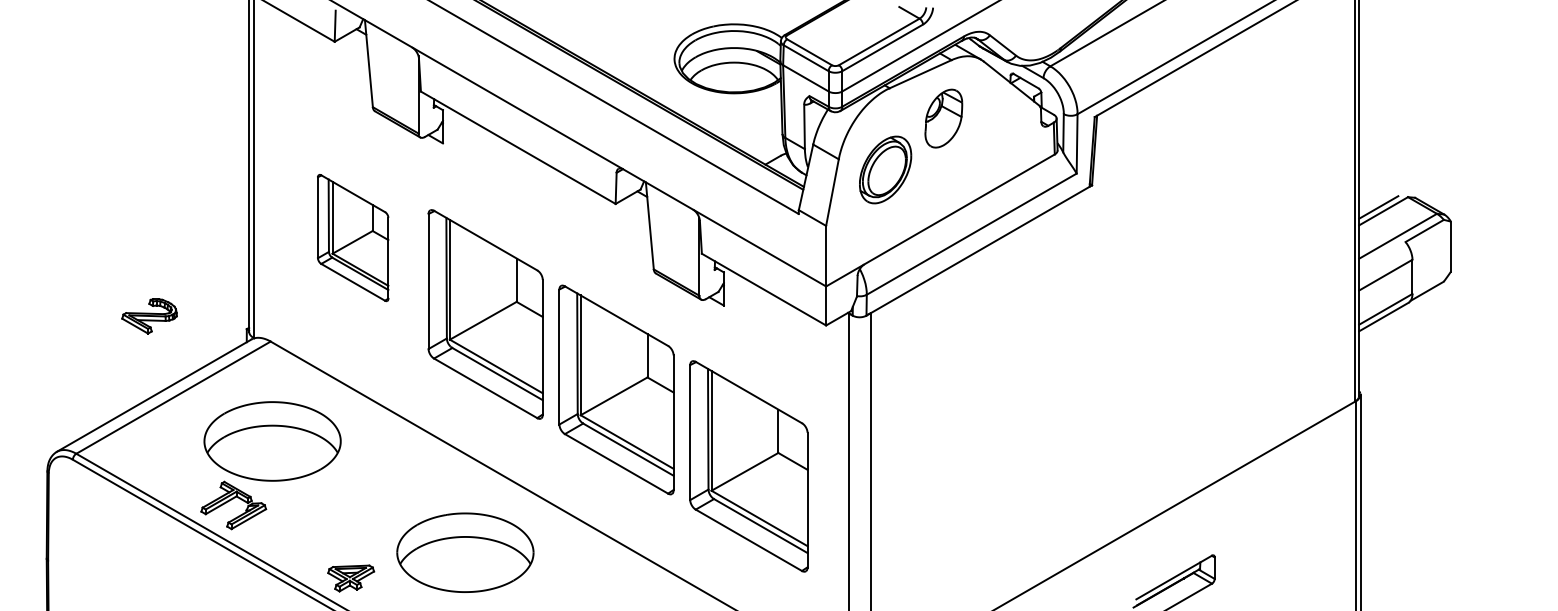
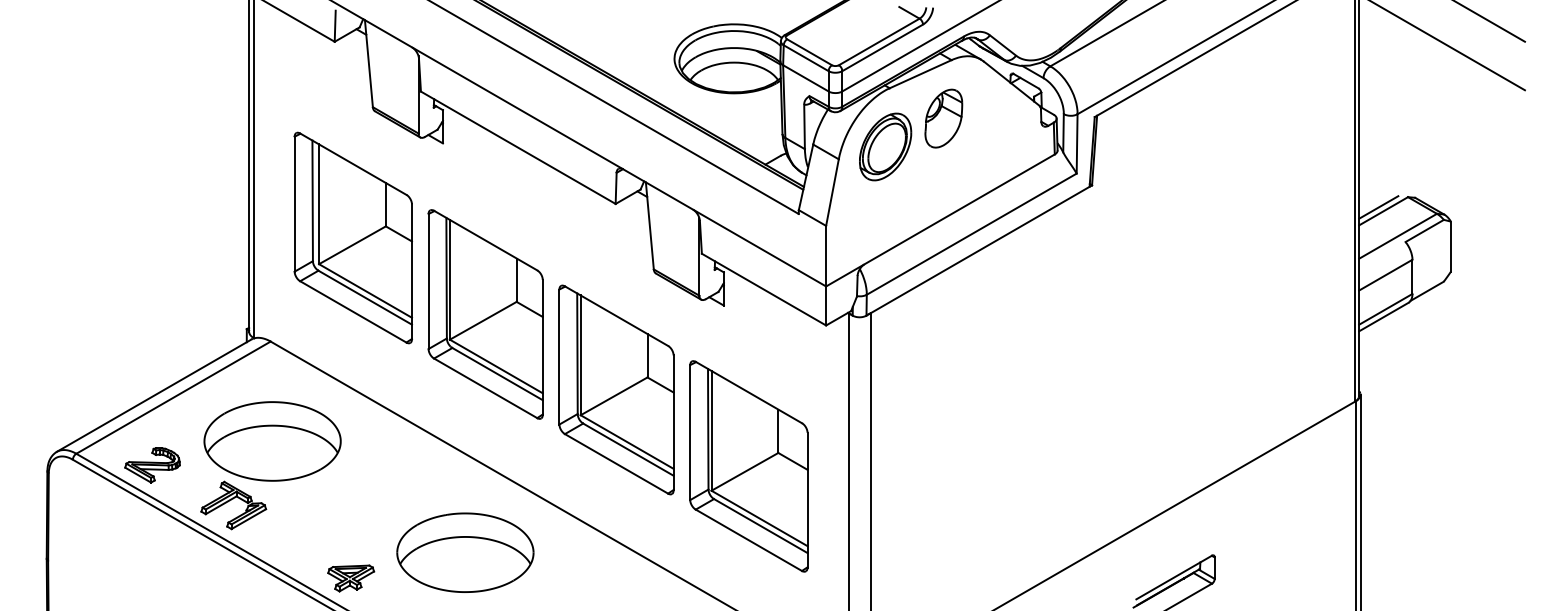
line at (1490, 21): none -> present
line at (1448, 46): none -> present
part at (885, 169) position: (885, 169) -> (885, 146)
part at (353, 238) size: 73x129 px -> 120x214 px
part at (149, 316) position: (149, 316) -> (152, 465)
